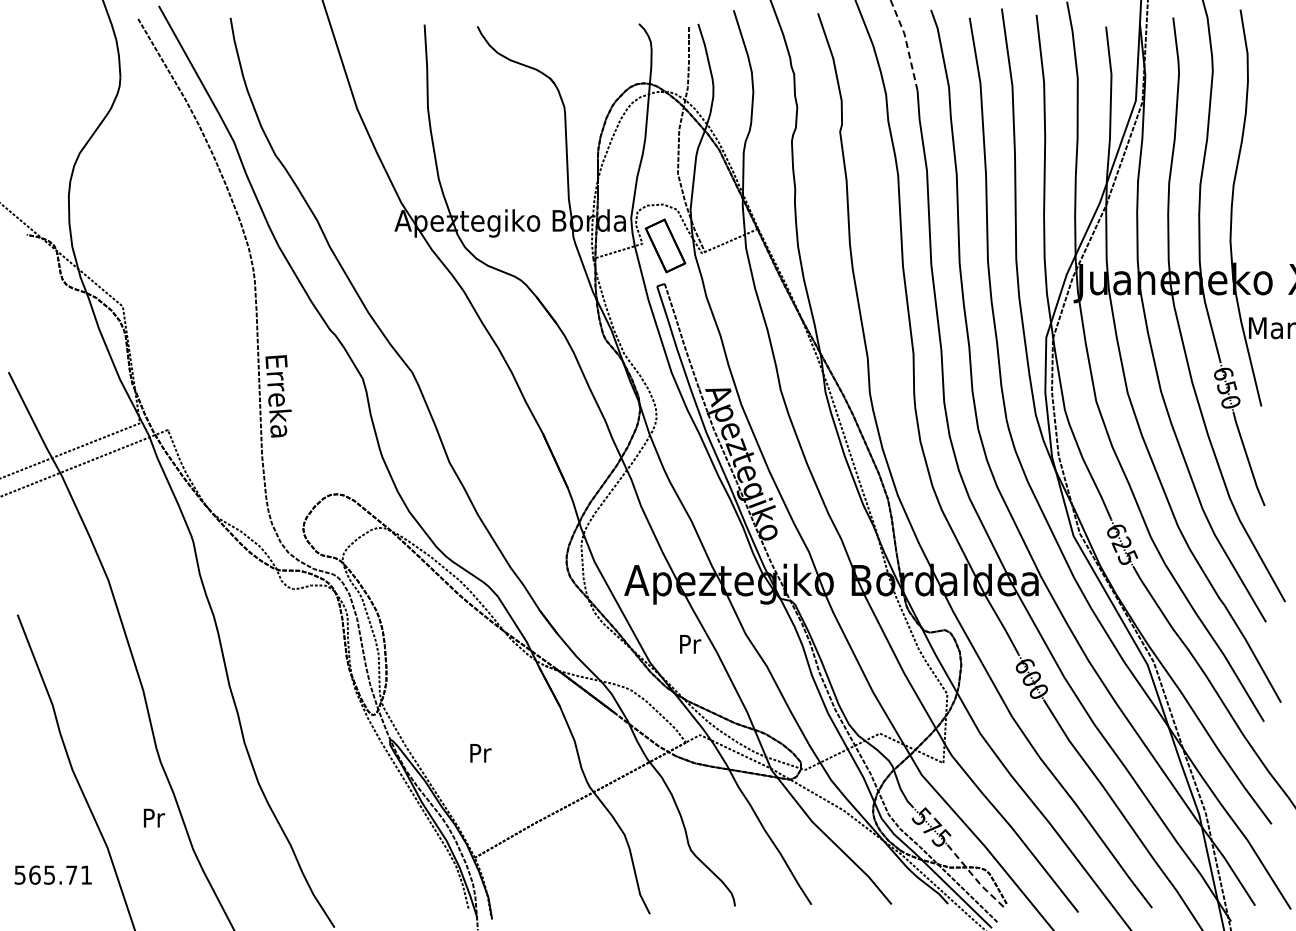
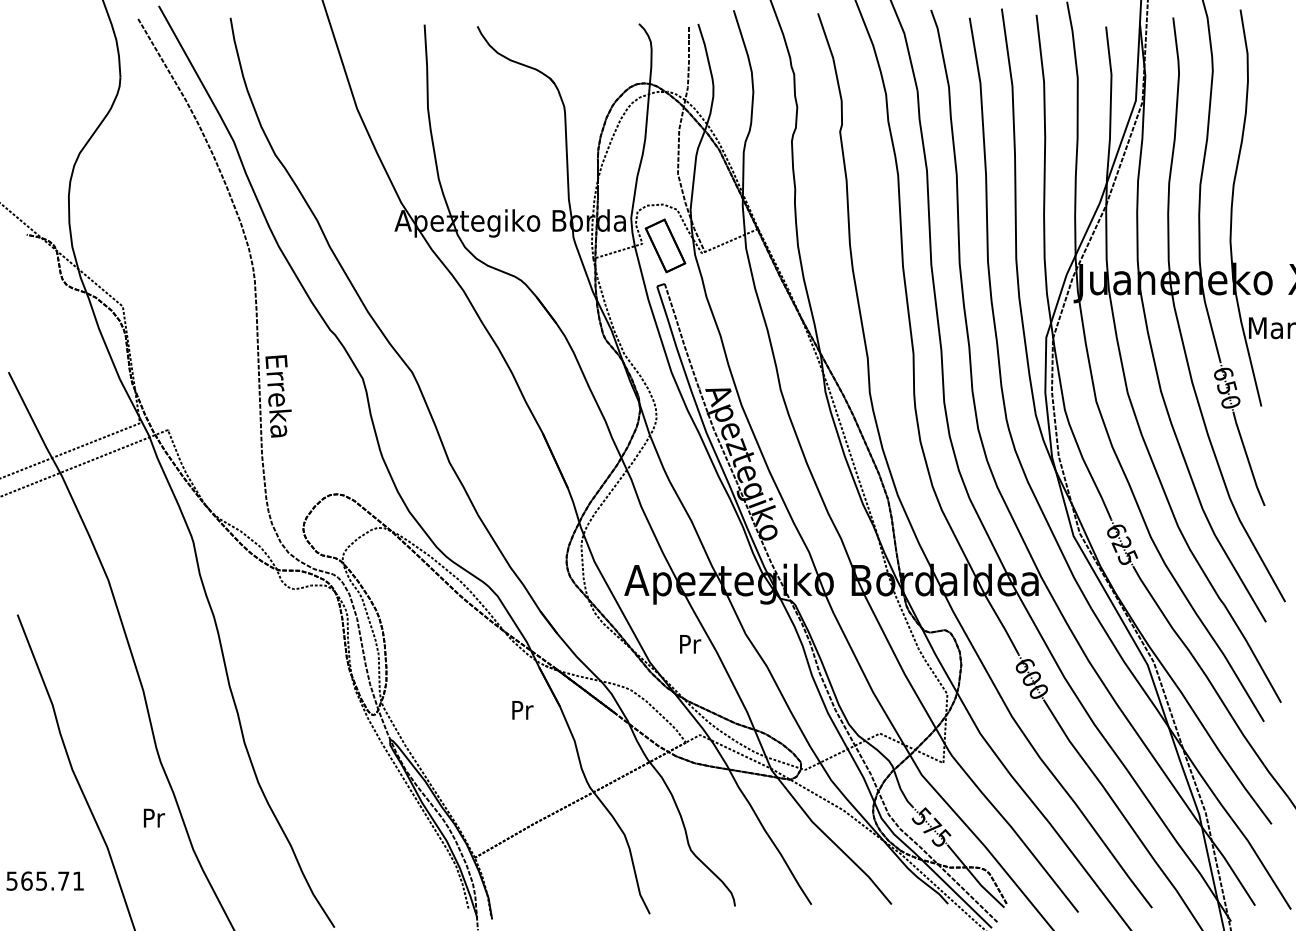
line at (906, 44): dashed -> solid
text at (480, 753) position: (480, 753) -> (522, 710)
text at (52, 874) position: (52, 874) -> (44, 880)
line at (974, 877): dashed -> solid
